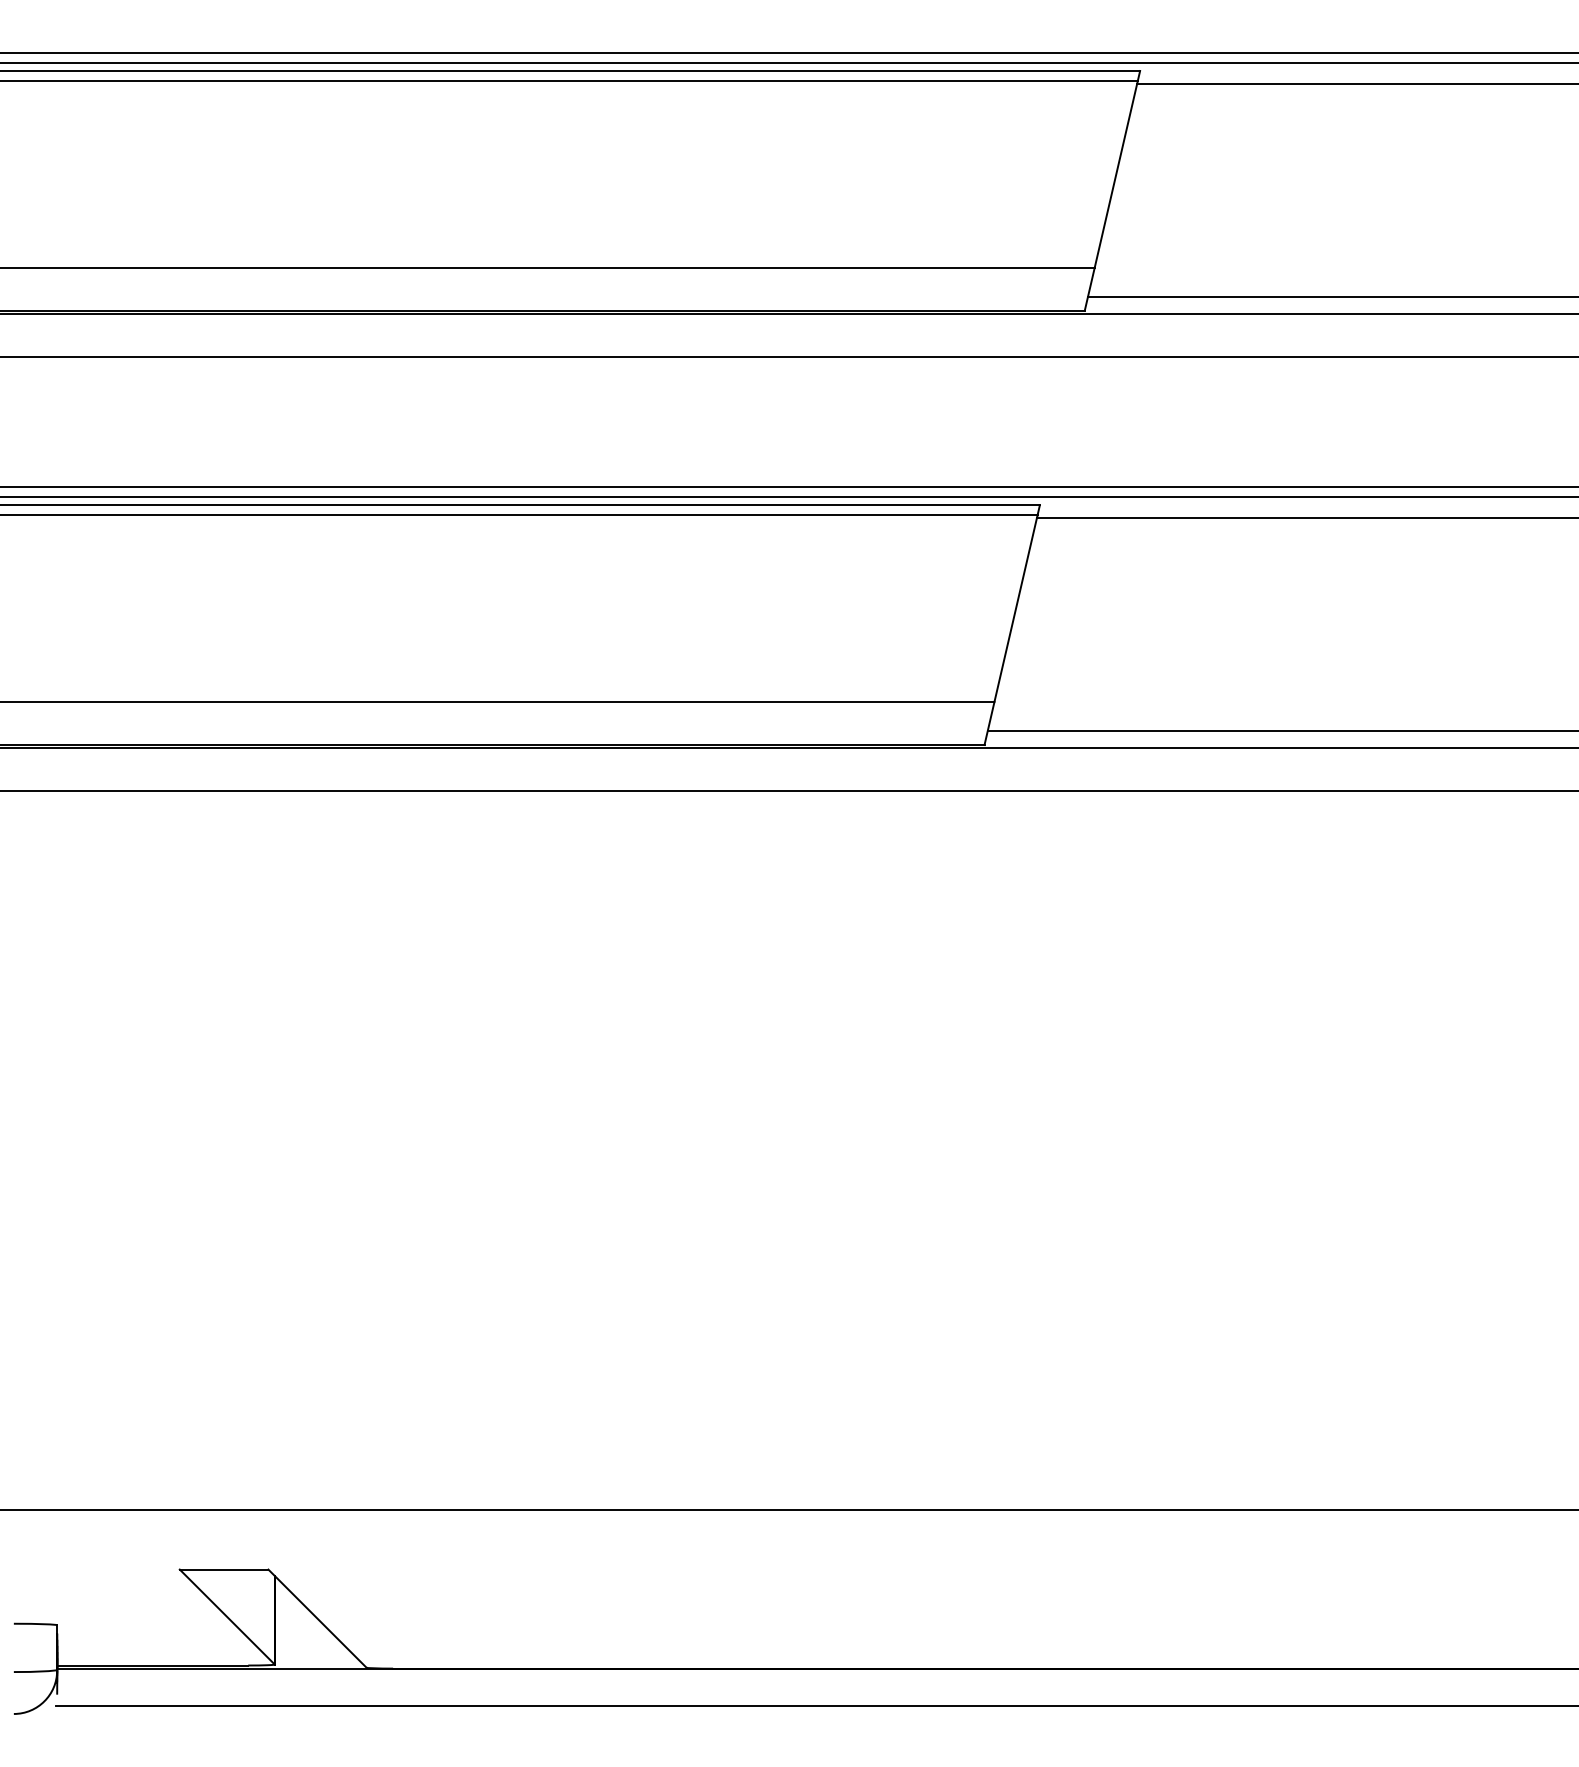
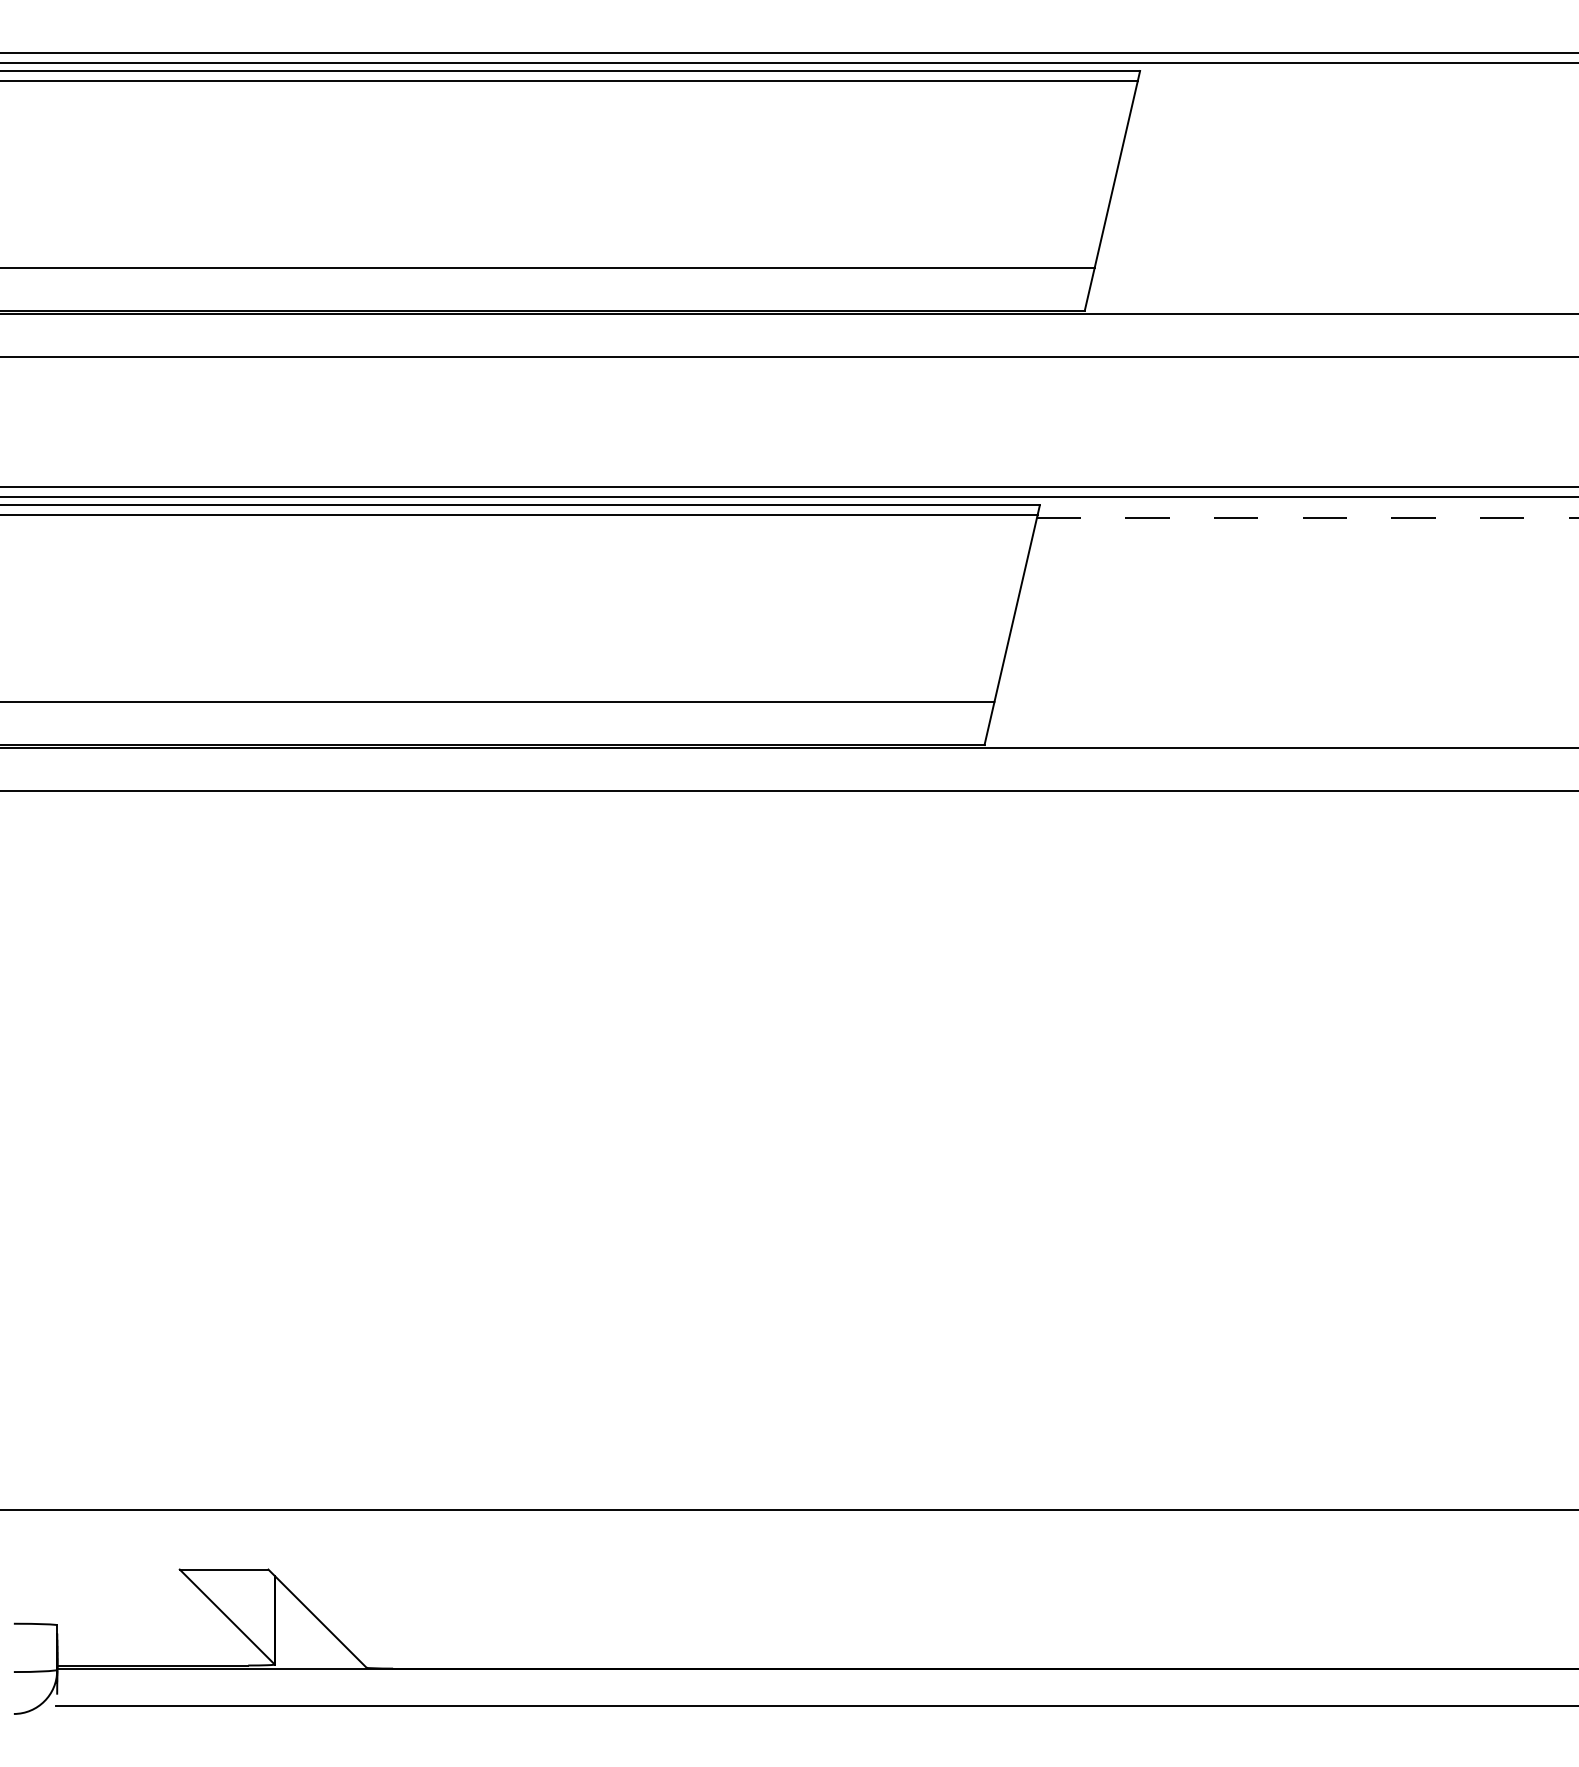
line at (1356, 84): present -> none
line at (1331, 296): present -> none
line at (1307, 518): solid -> dashed
line at (1281, 730): present -> none
